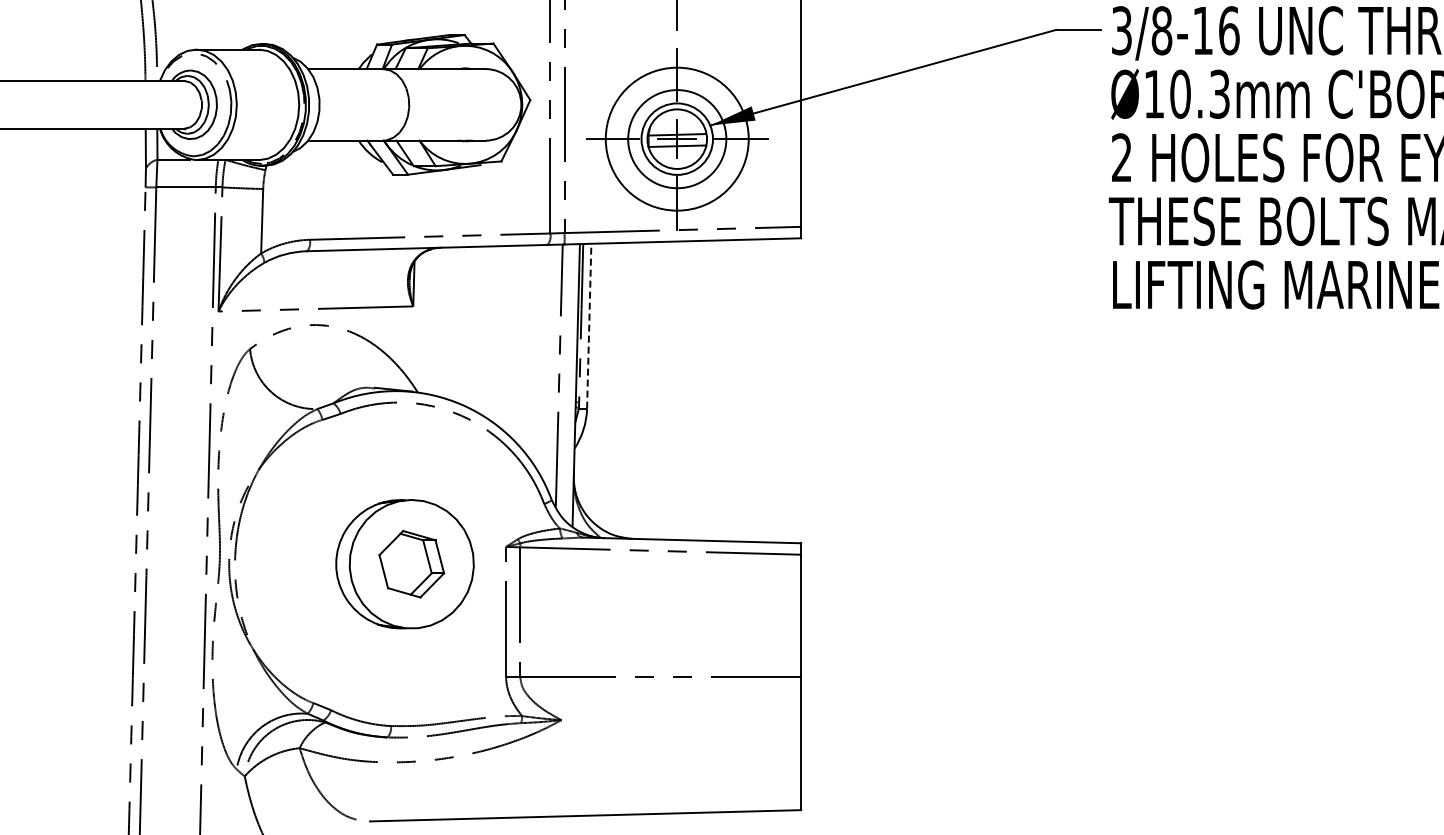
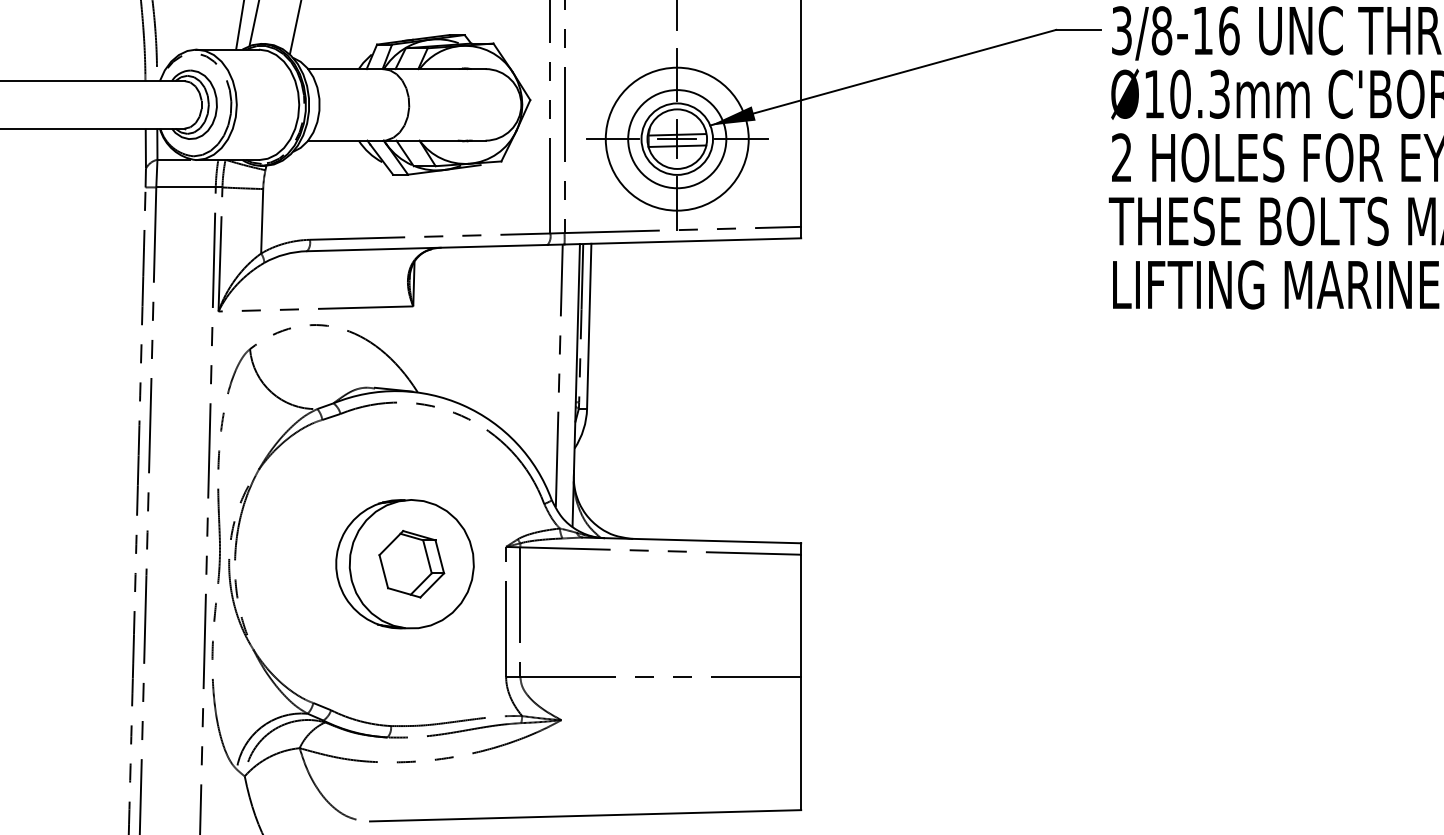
line at (253, 24): none -> present
line at (239, 25): none -> present
line at (294, 28): none -> present
line at (589, 325): dashed -> solid
